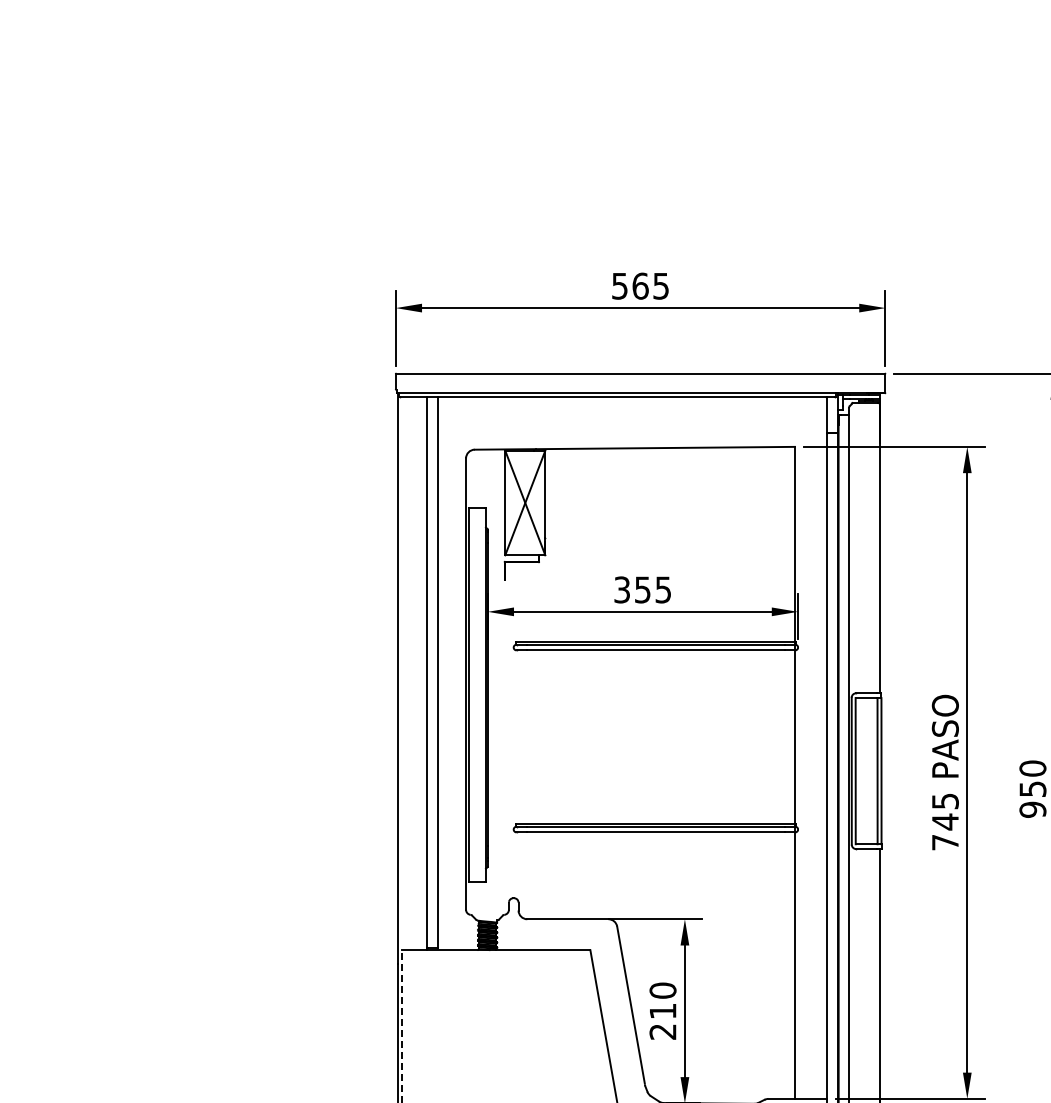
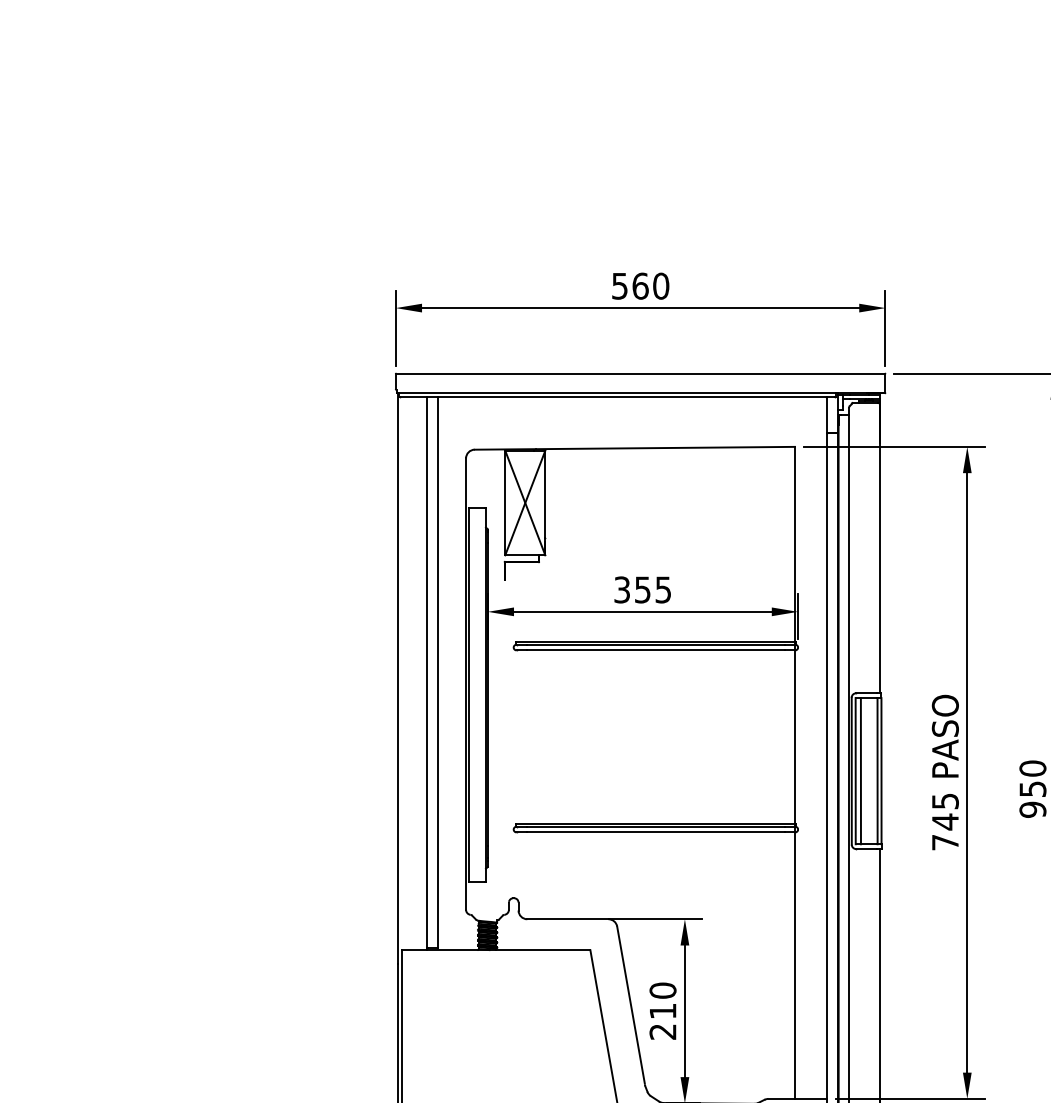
text at (661, 285): 565 -> 560
line at (860, 771): none -> present
line at (402, 1026): dashed -> solid
